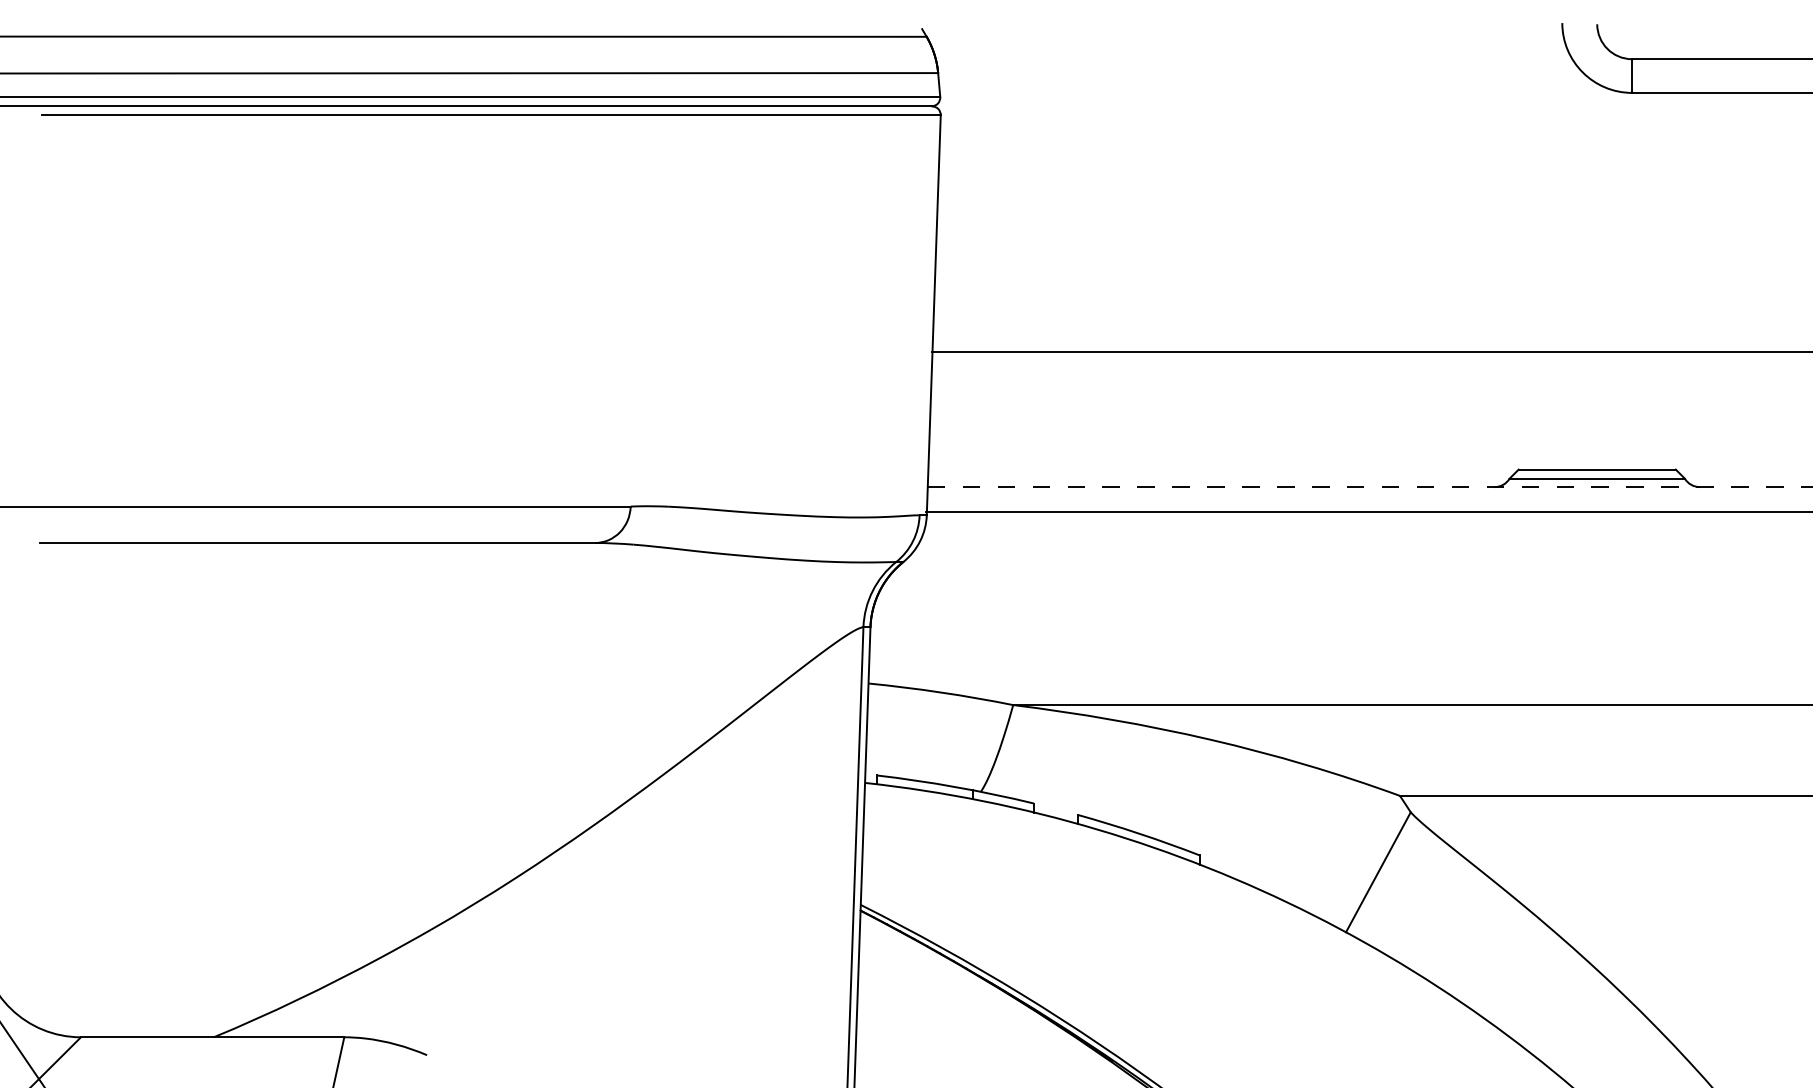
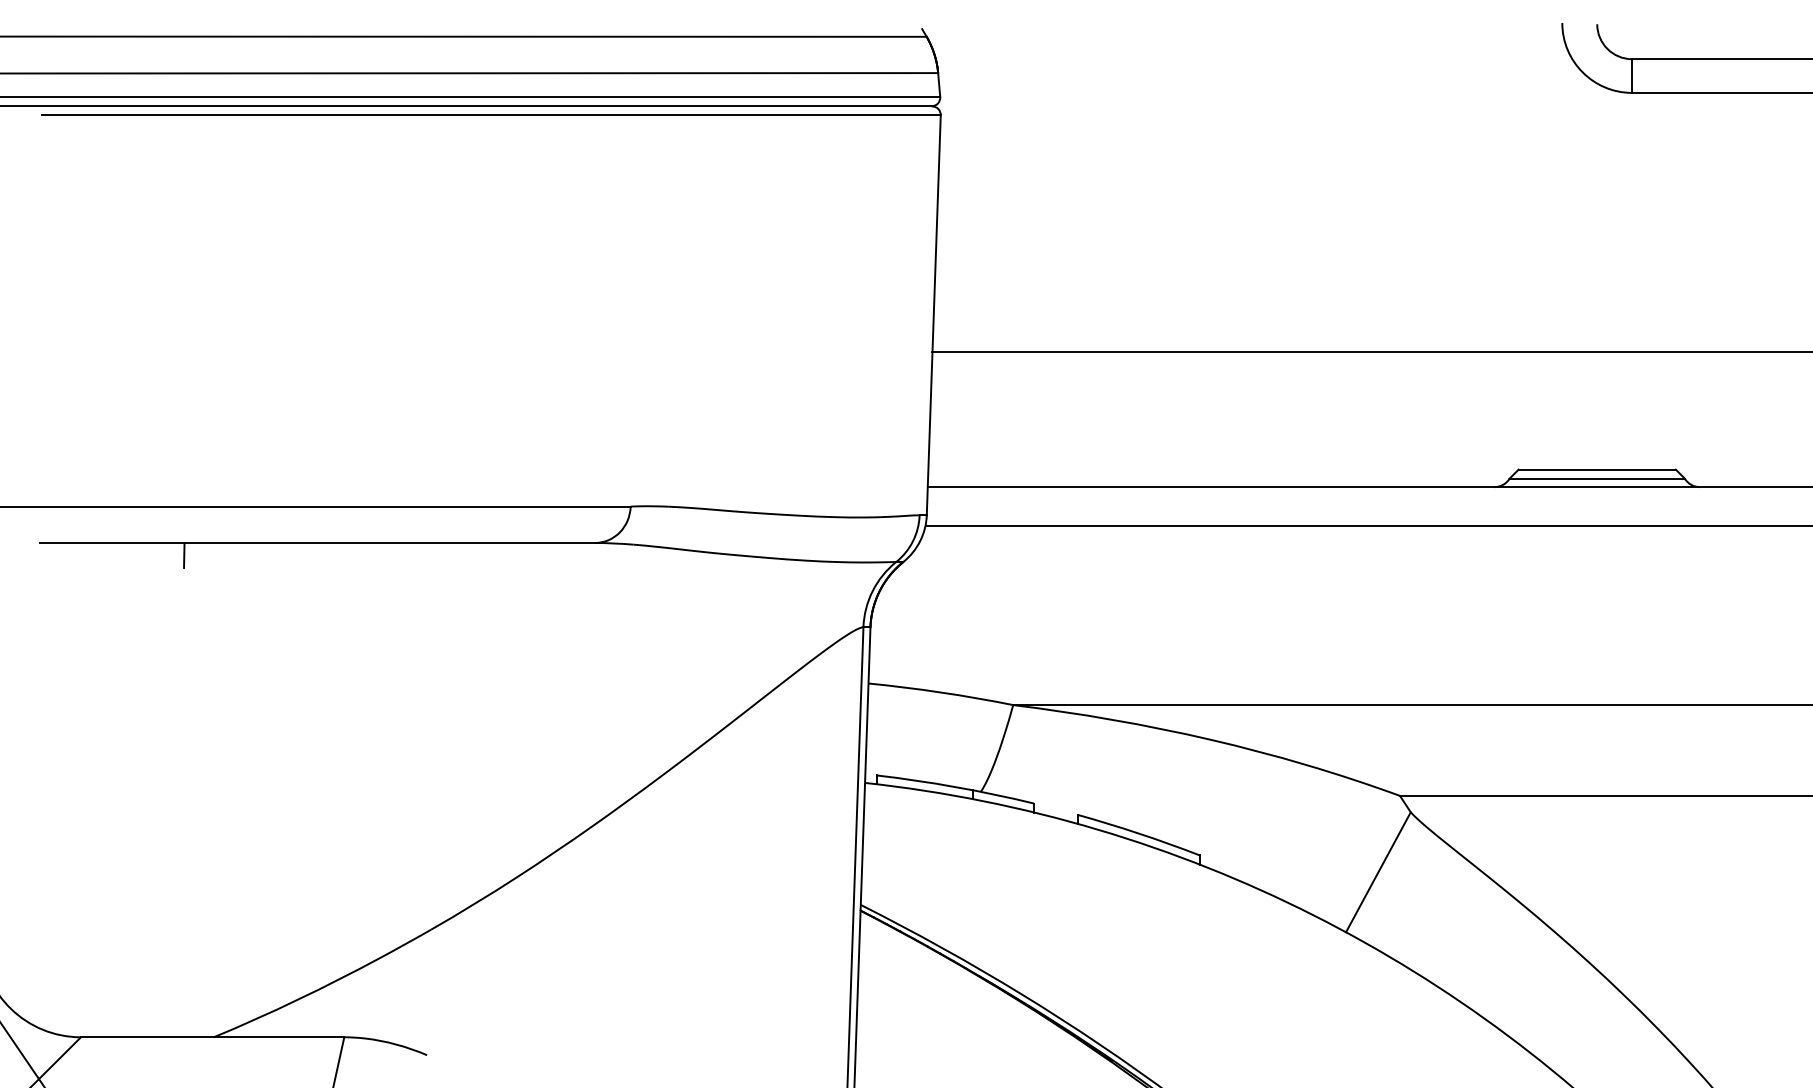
line at (1370, 487): dashed -> solid
line at (1367, 512) position: (1367, 512) -> (1367, 526)
line at (184, 555): none -> present
